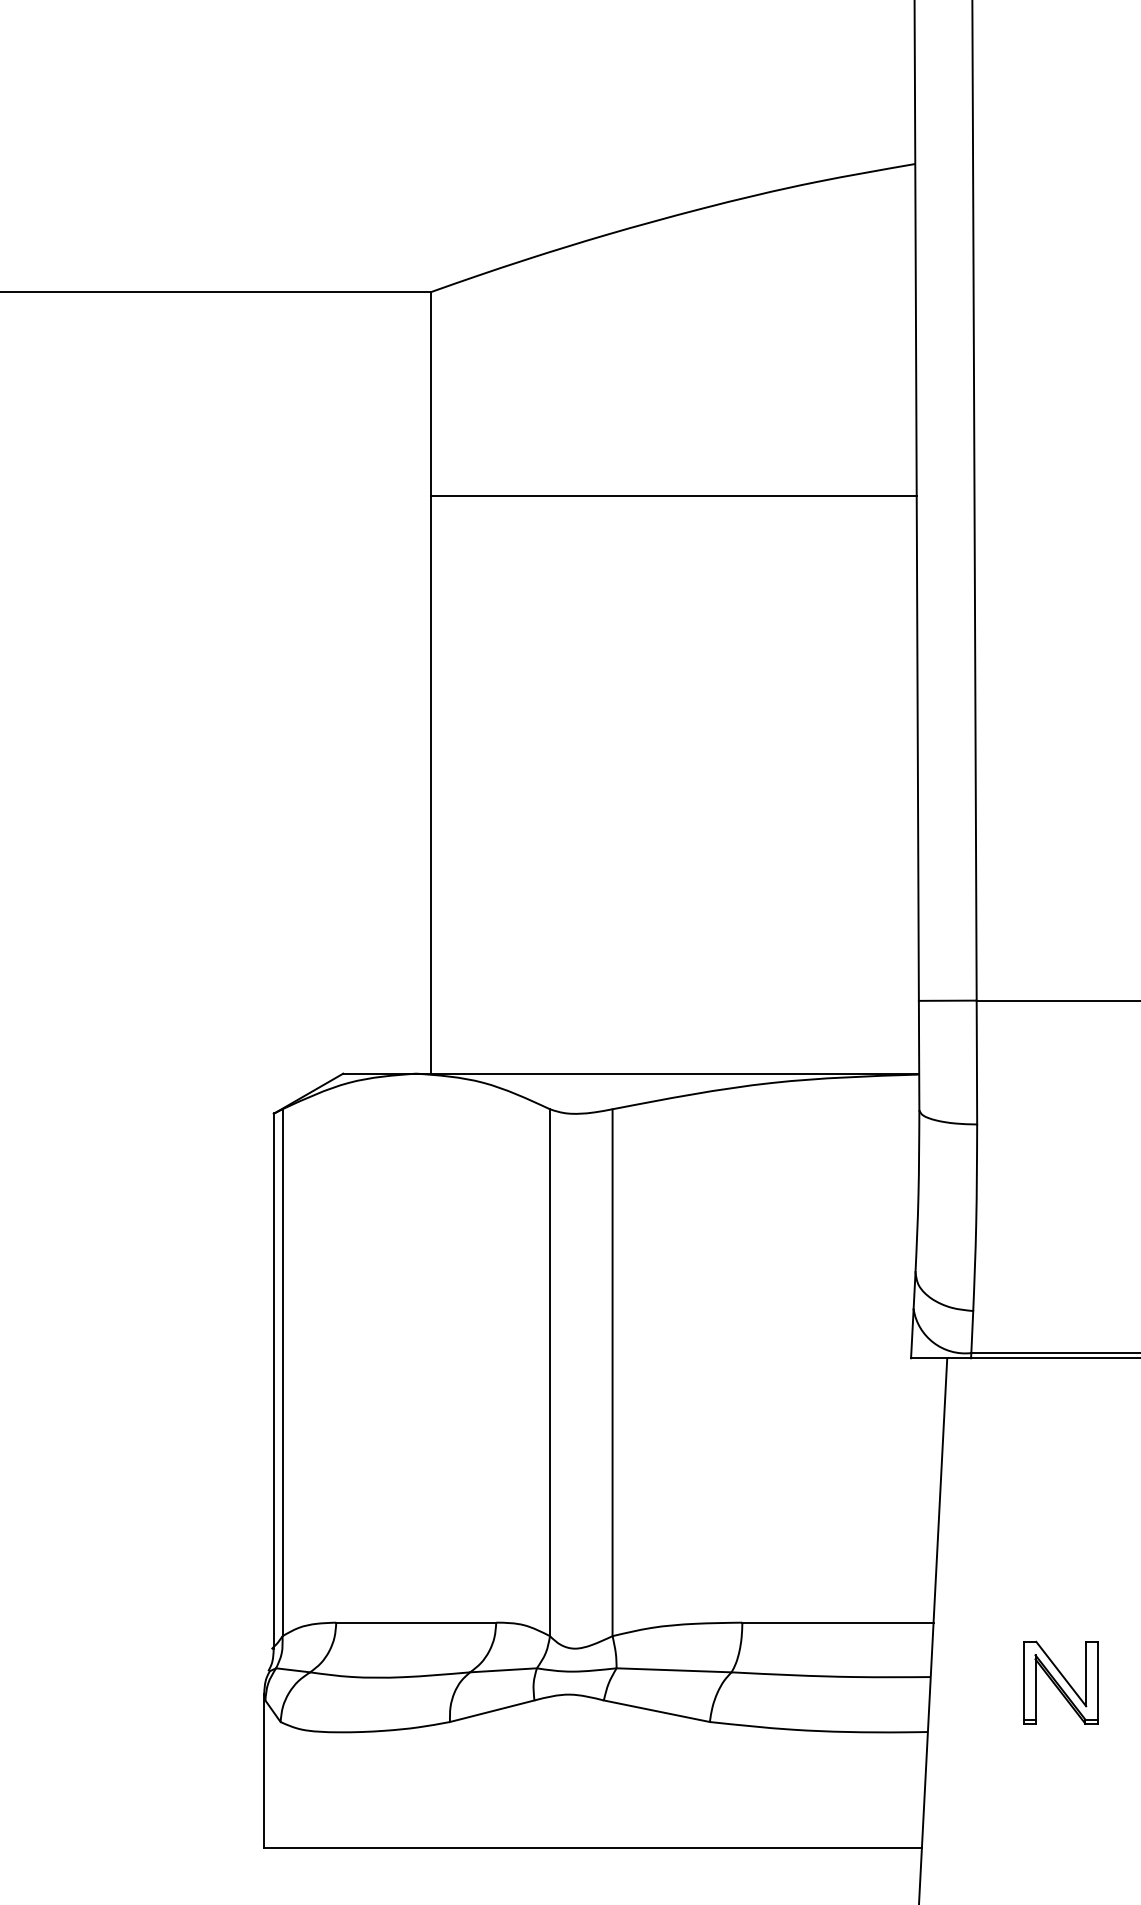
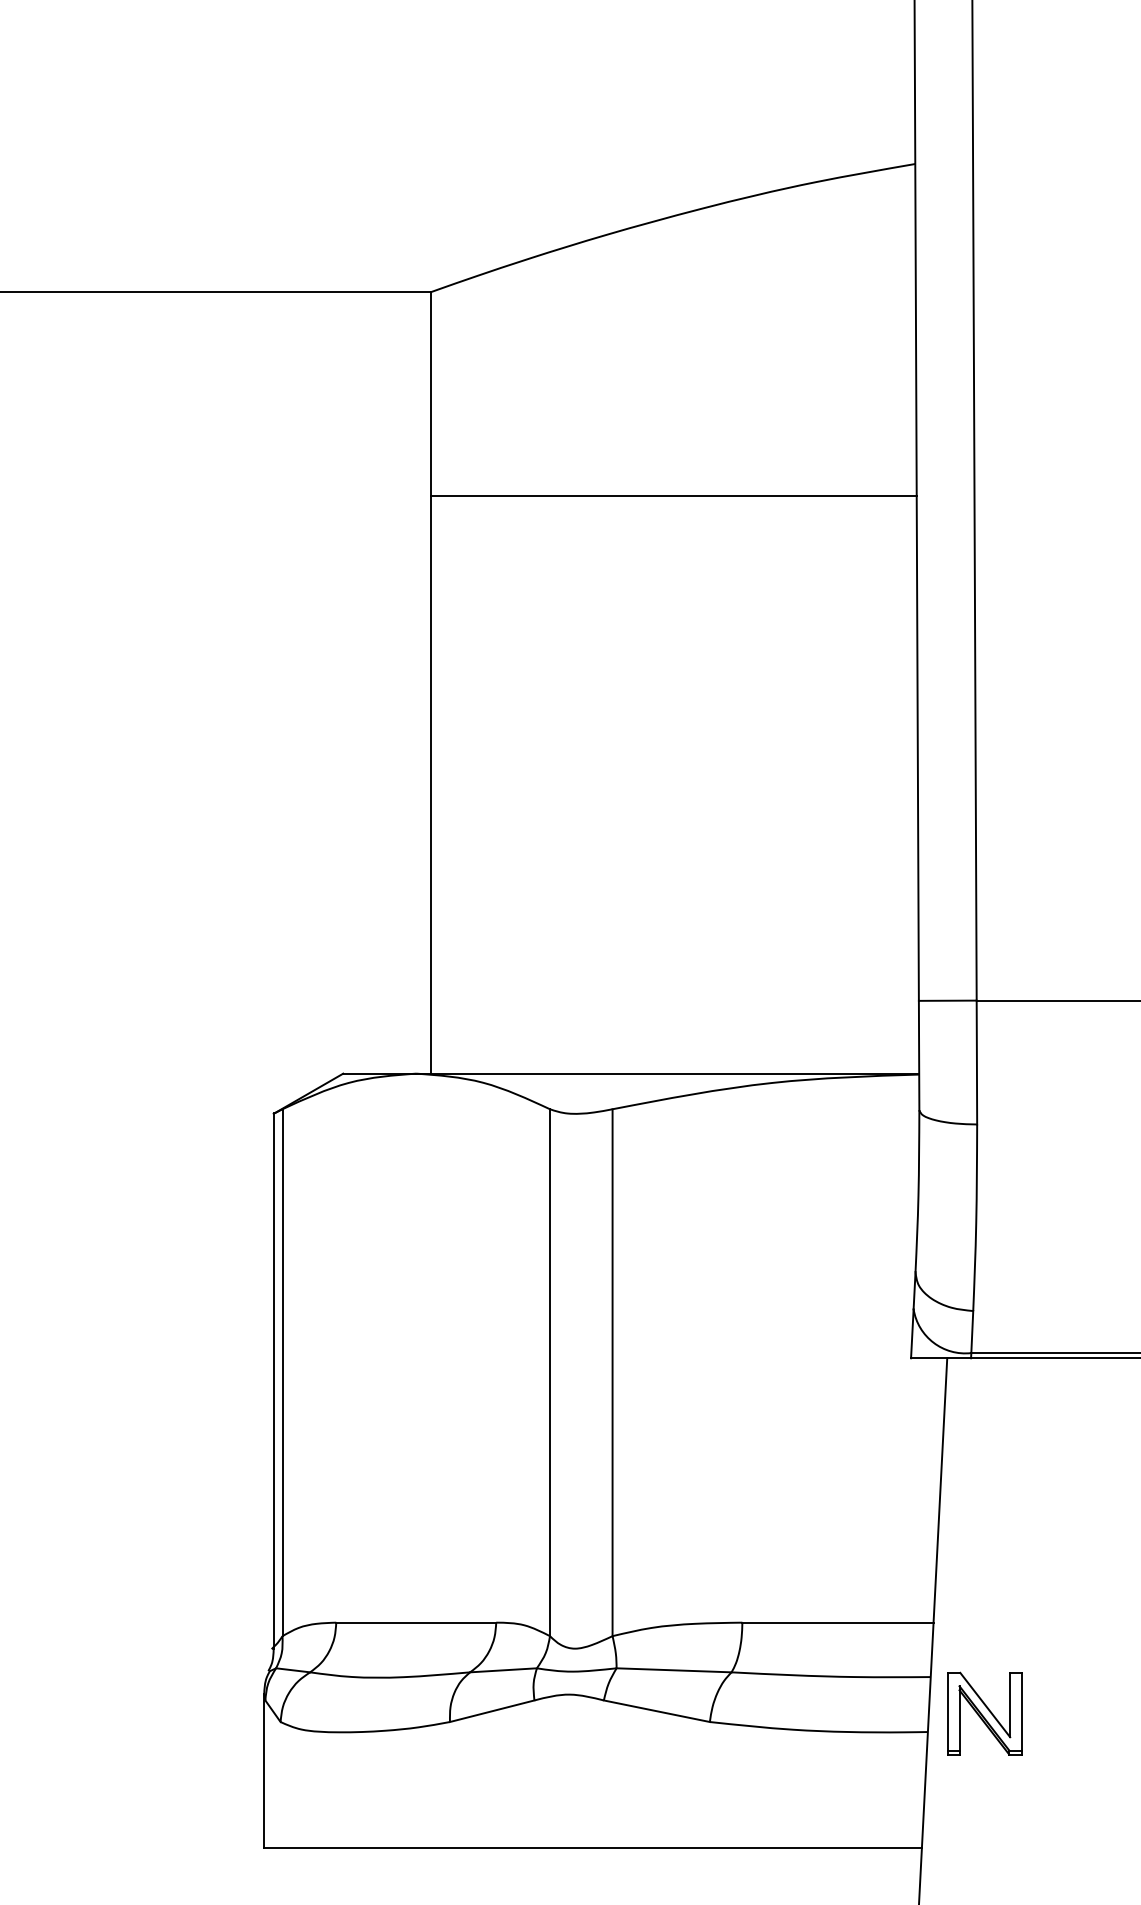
part at (1060, 1682) position: (1060, 1682) -> (984, 1713)
